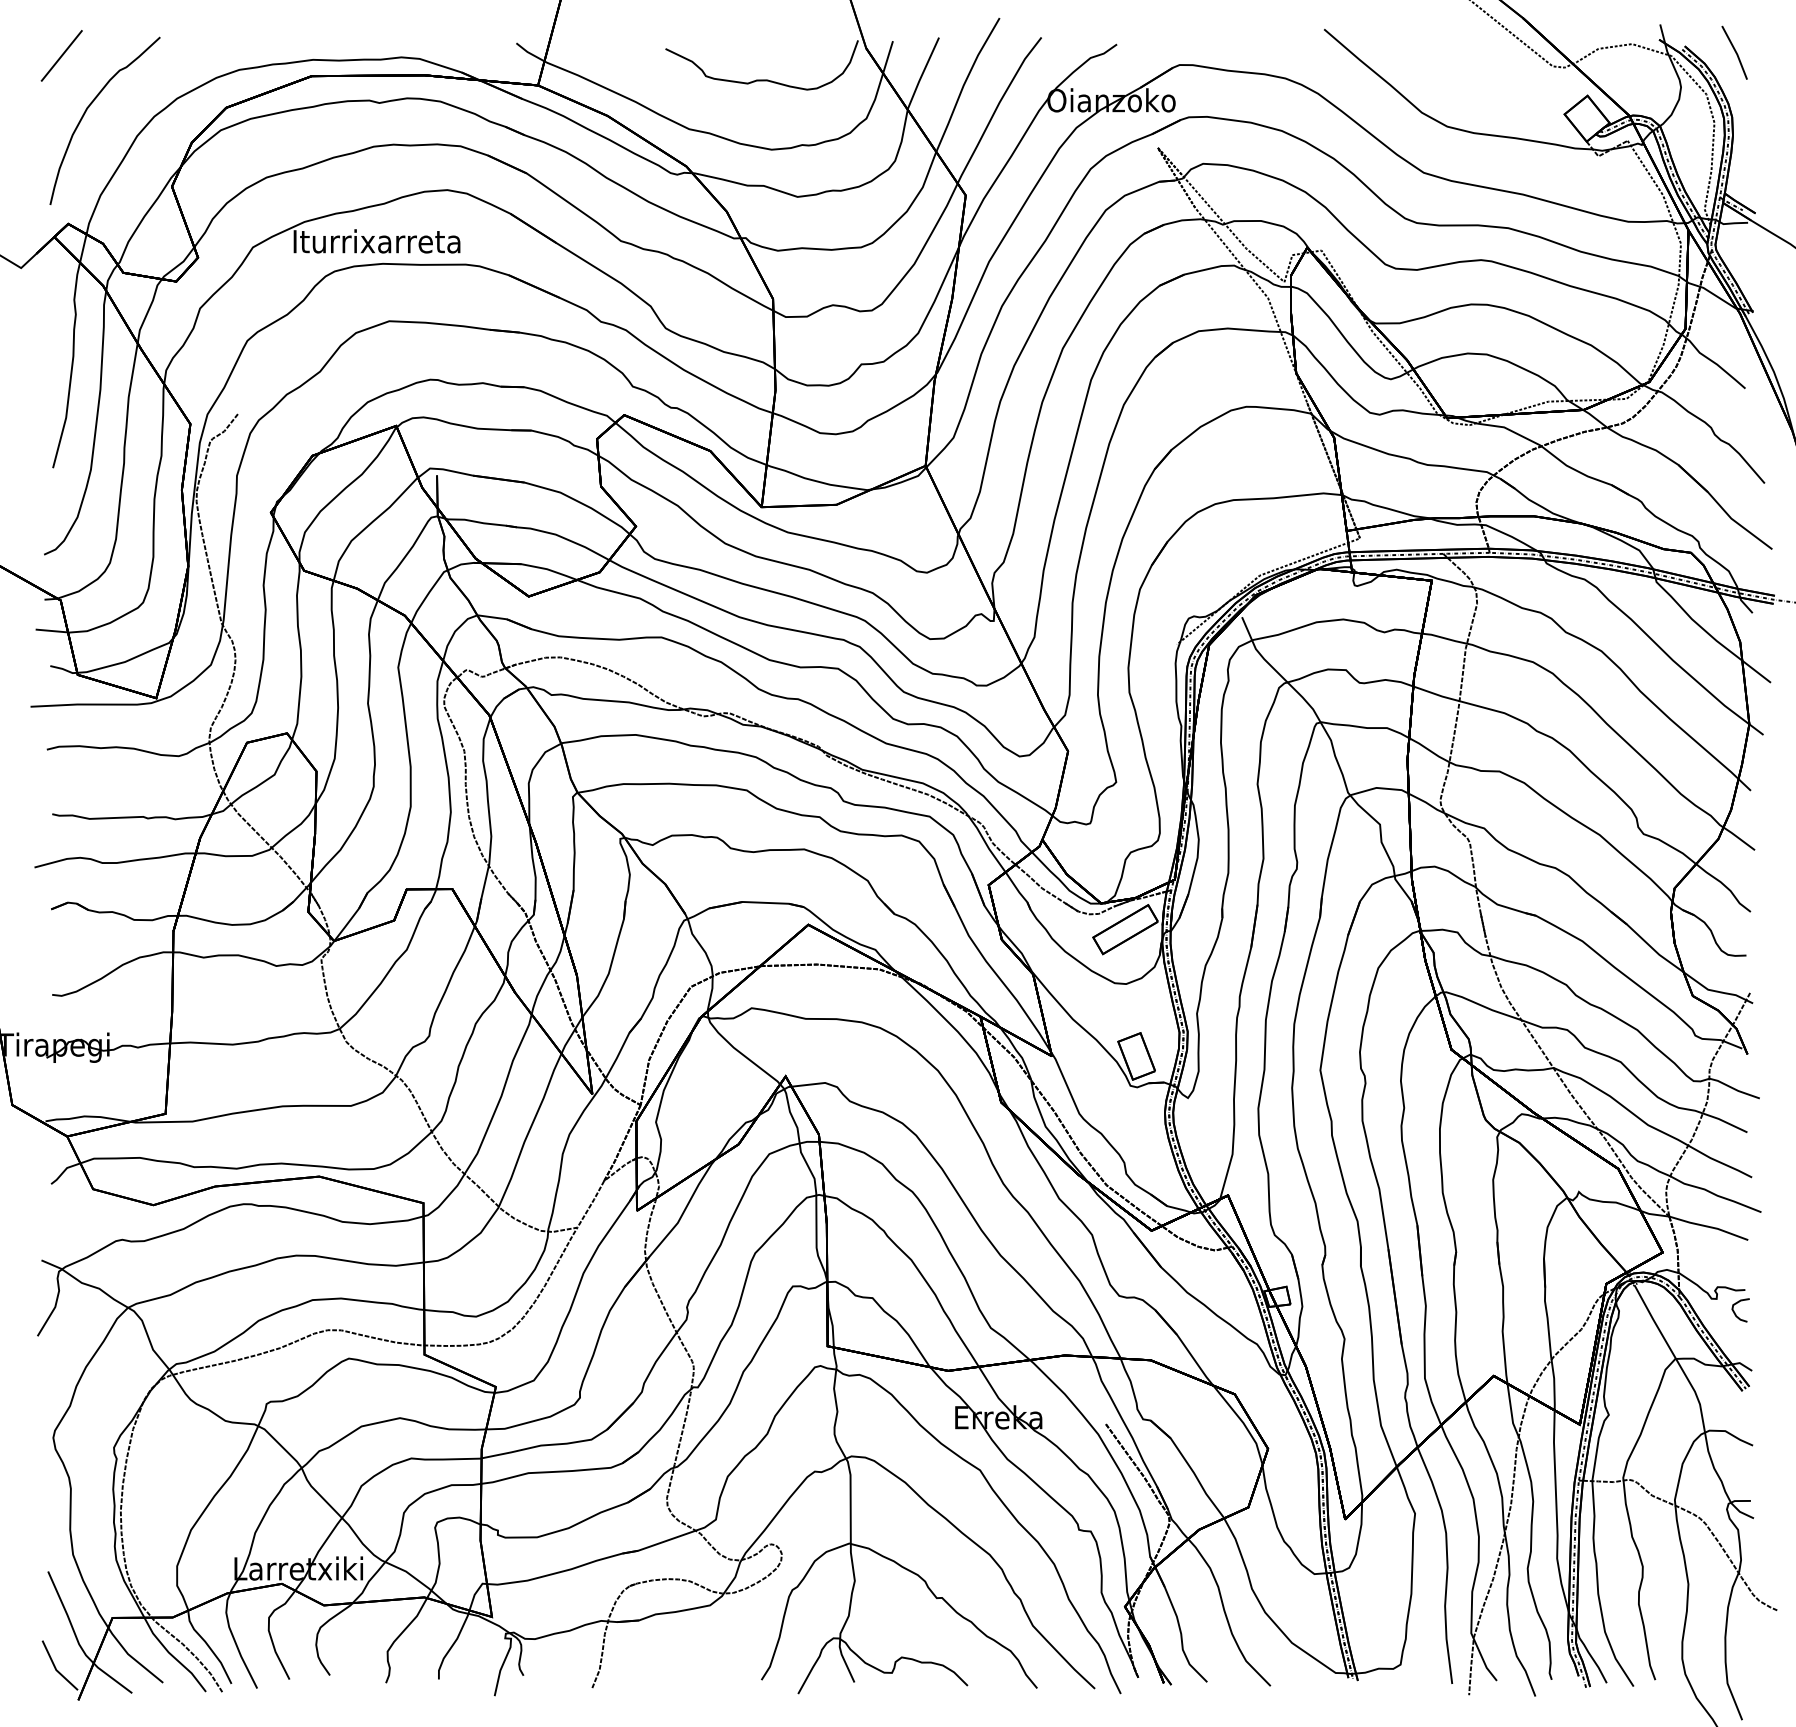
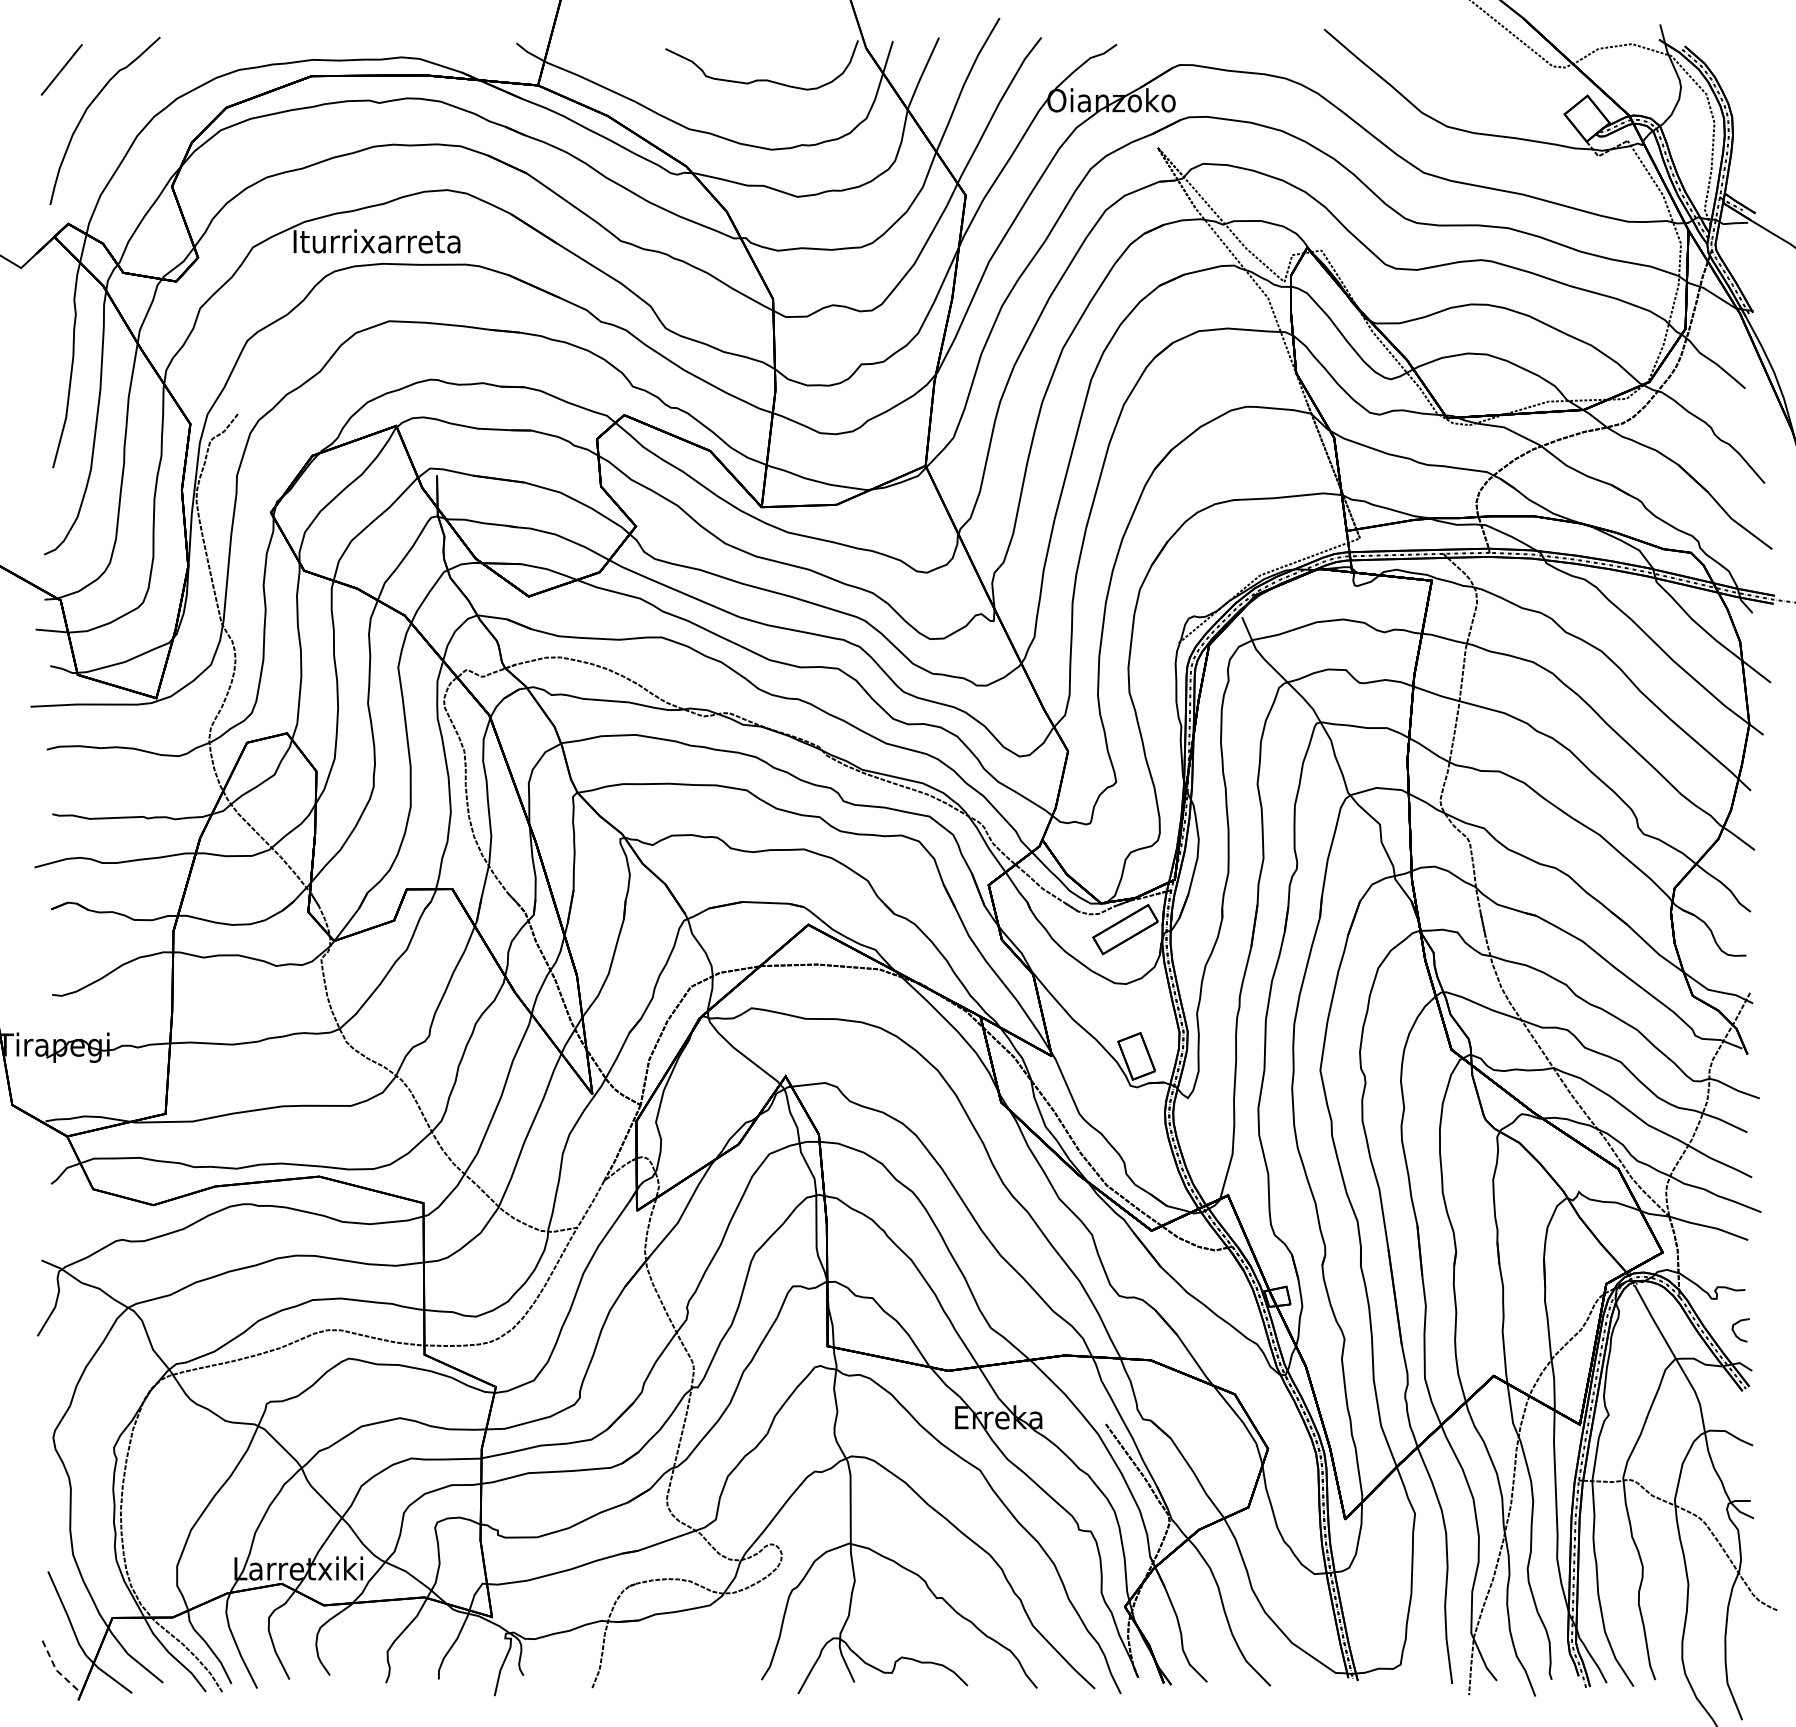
line at (1734, 51): present -> none
line at (61, 55) position: (61, 55) -> (61, 69)
curve at (1735, 1312) position: (1735, 1312) -> (1735, 1332)
line at (55, 1669): solid -> dashed
